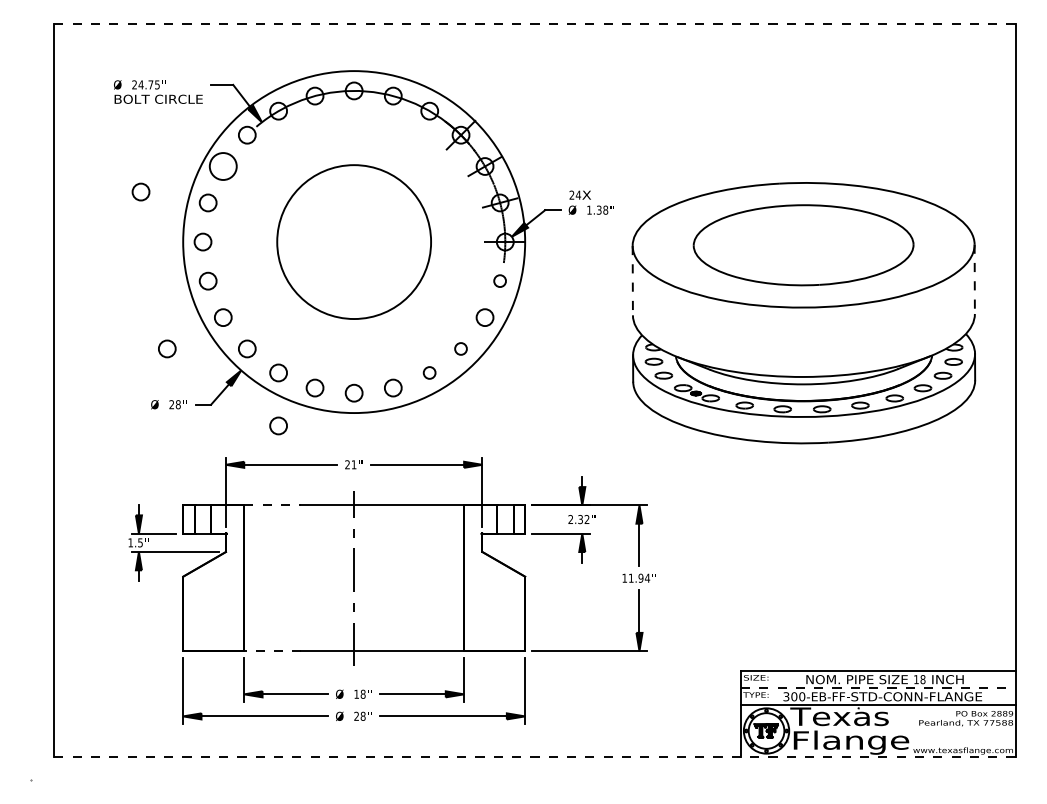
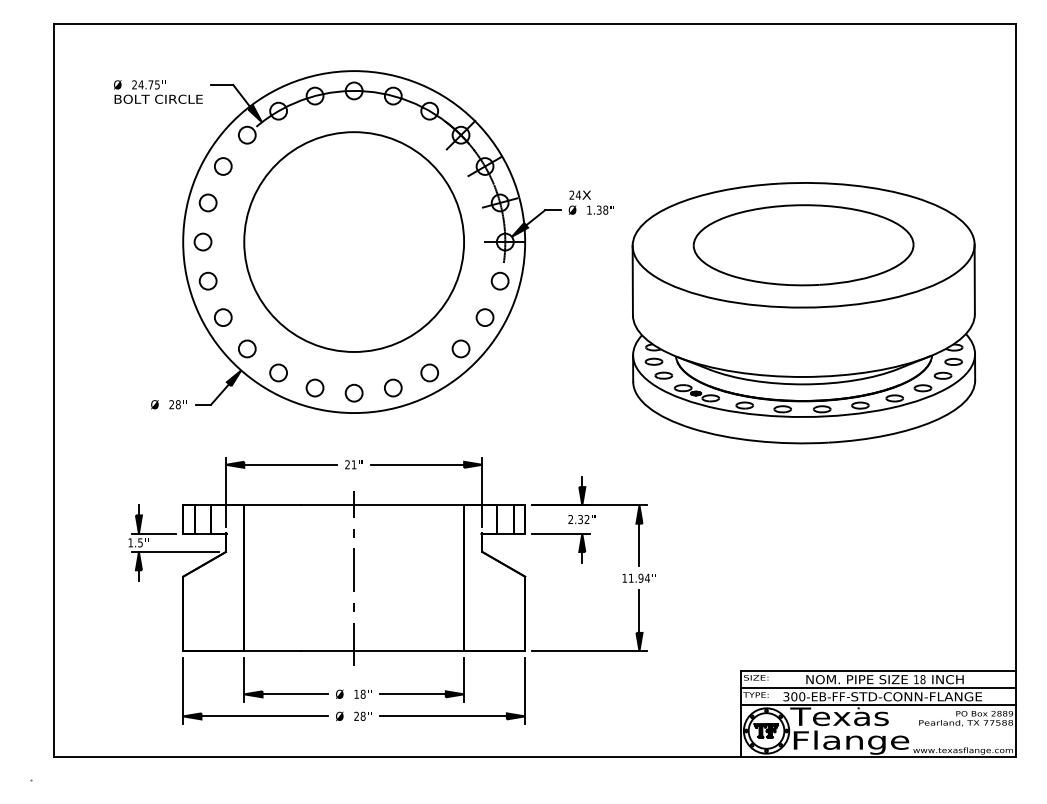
line at (534, 24): dashed -> solid
circle at (222, 166) diameter: 27 px -> 17 px
circle at (140, 191): present -> none
circle at (354, 242) diameter: 154 px -> 220 px
line at (974, 279): dashed -> solid
circle at (499, 280) size: 14x14 px -> 20x20 px
line at (632, 280): dashed -> solid
circle at (167, 348): present -> none
circle at (460, 348) size: 14x14 px -> 20x20 px
circle at (429, 372) size: 15x14 px -> 19x20 px
circle at (278, 425): present -> none
line at (272, 505): dashed -> solid
line at (272, 651): dashed -> solid
line at (878, 688): dashed -> solid
line at (534, 756): dashed -> solid
